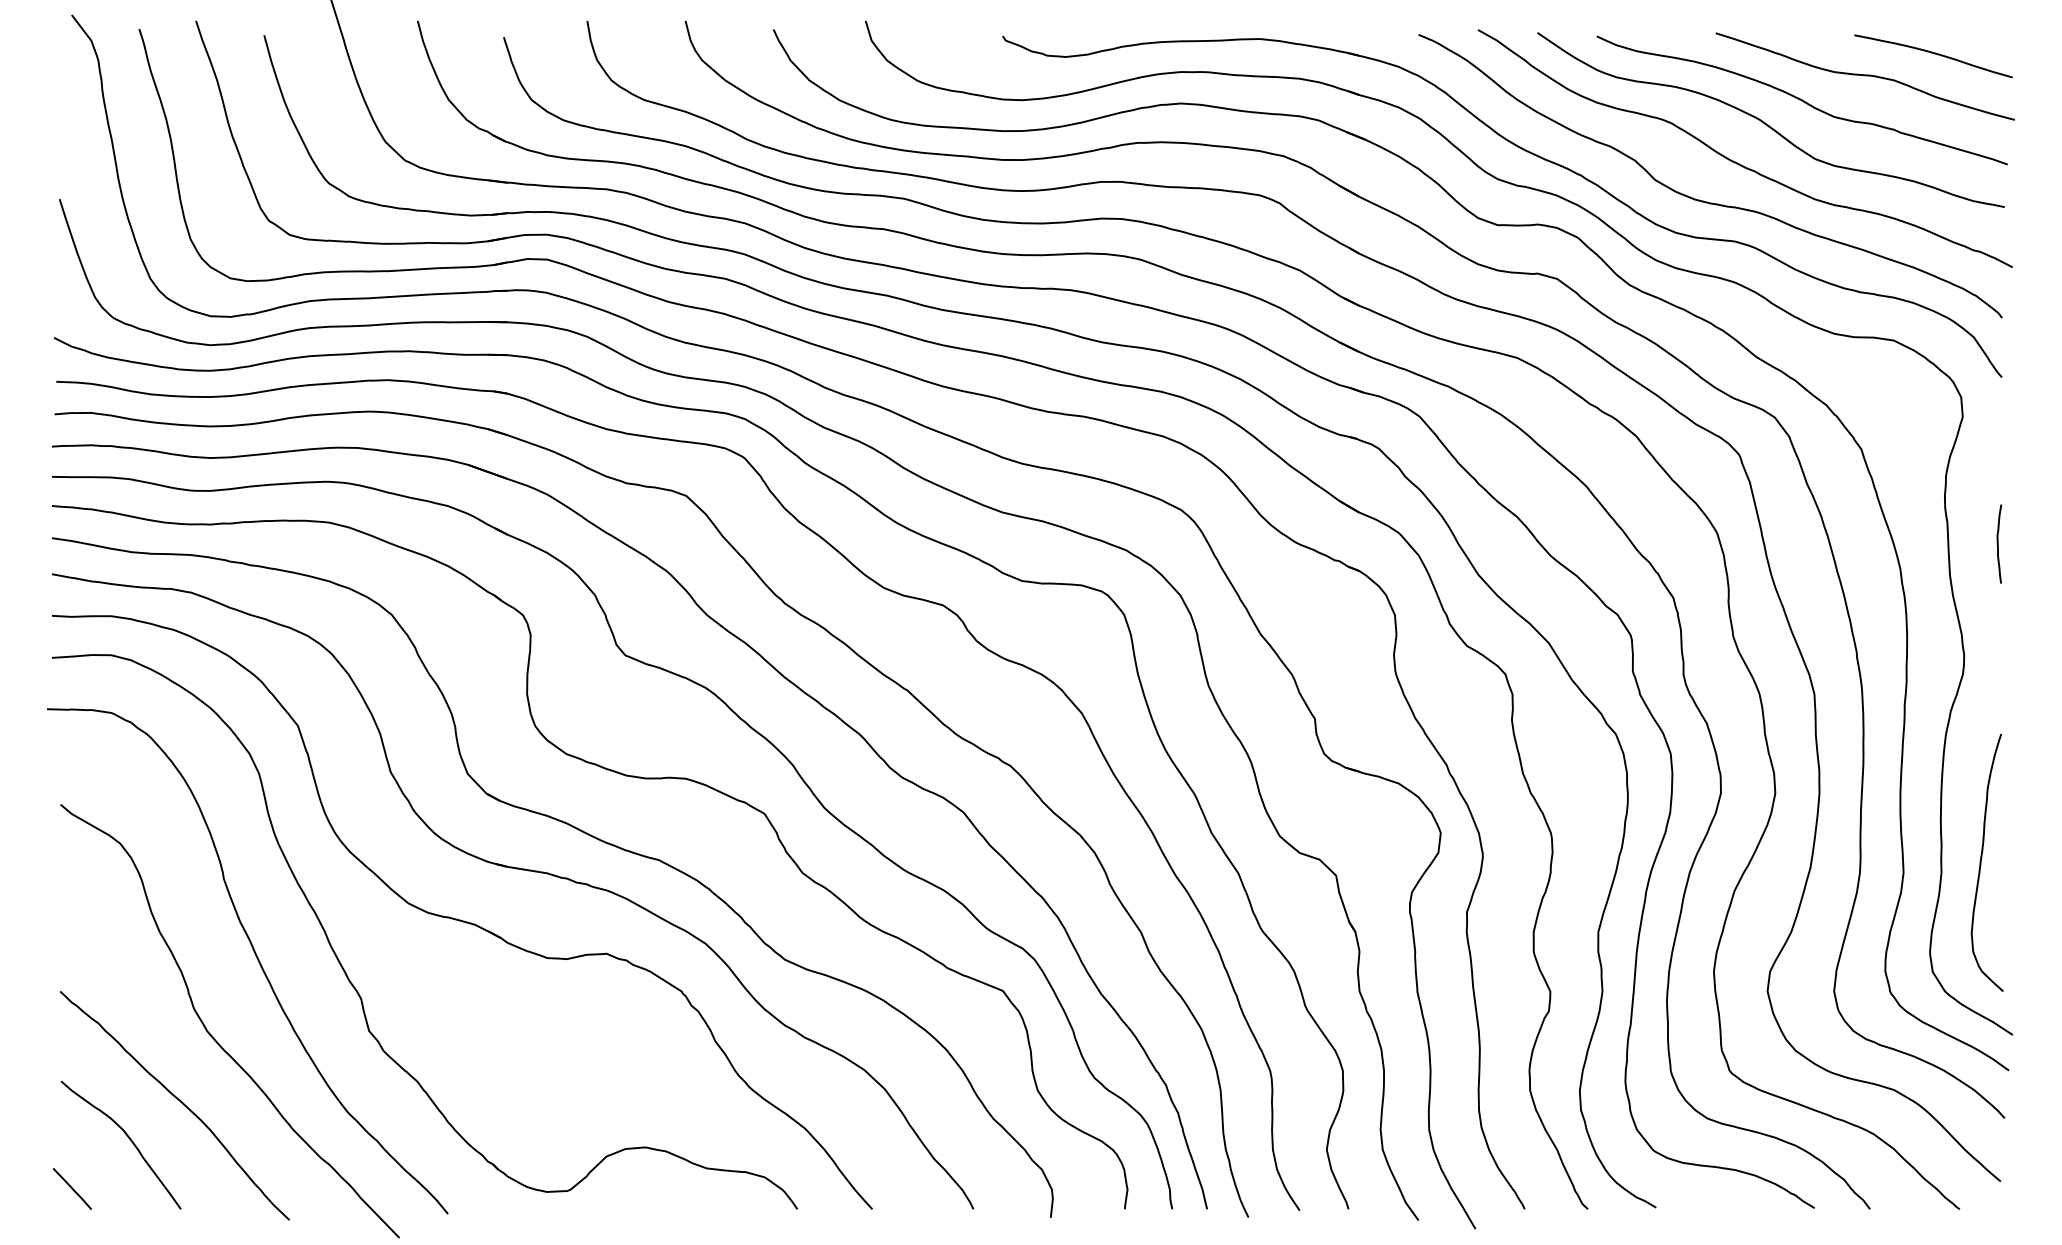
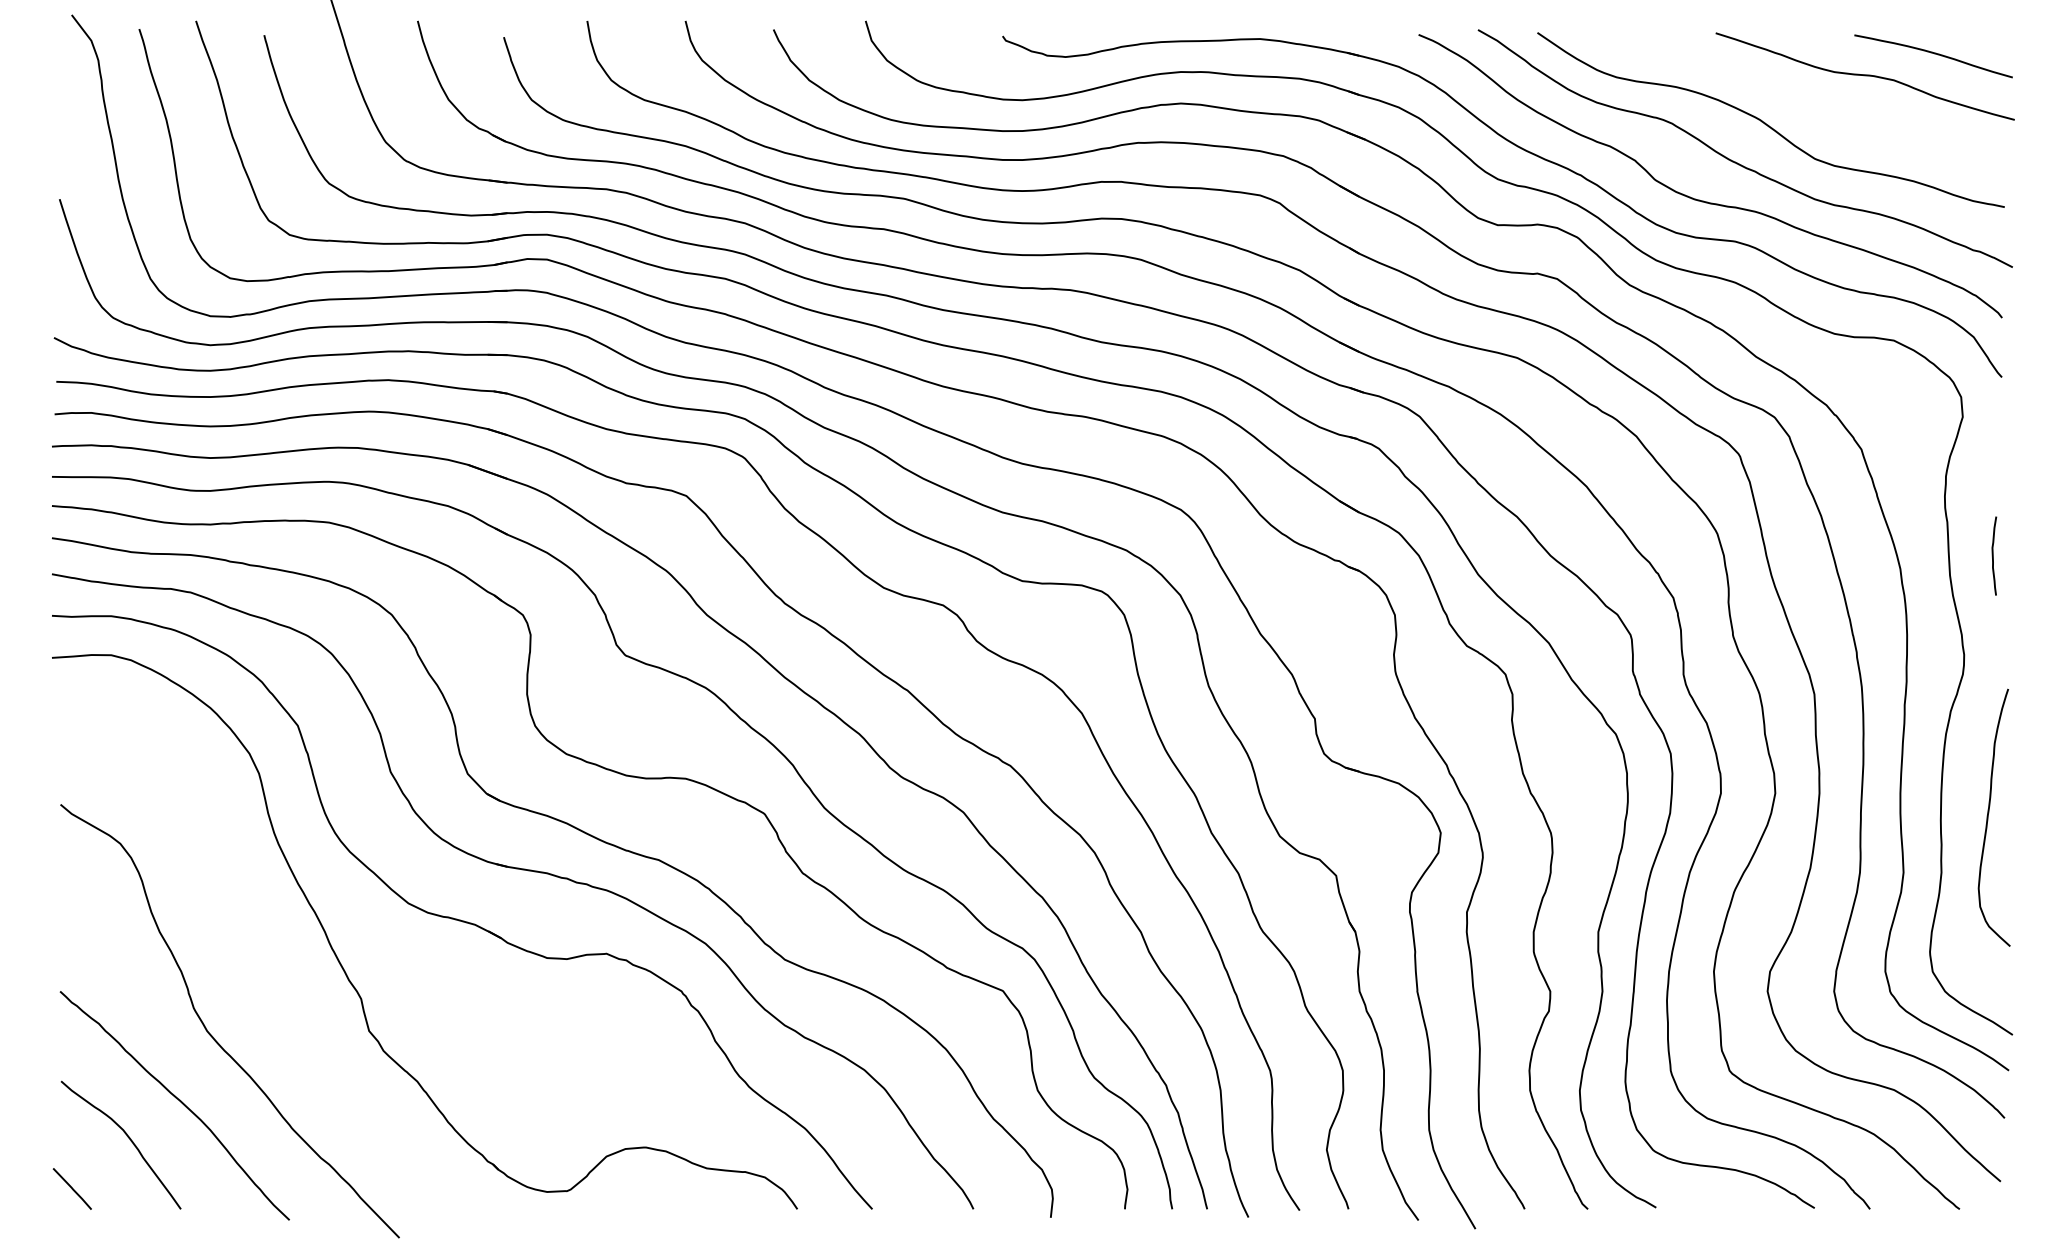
curve at (1801, 100): present -> none
curve at (1998, 543) position: (1998, 543) -> (1993, 555)
curve at (1981, 862) position: (1981, 862) -> (1988, 817)
curve at (255, 956): present -> none
